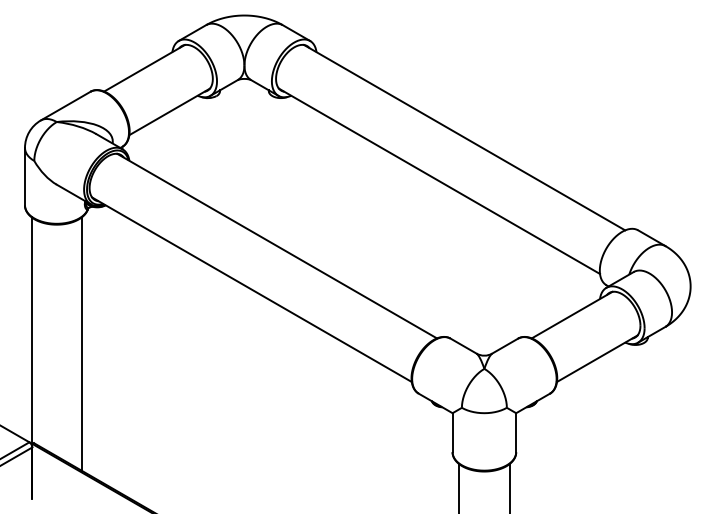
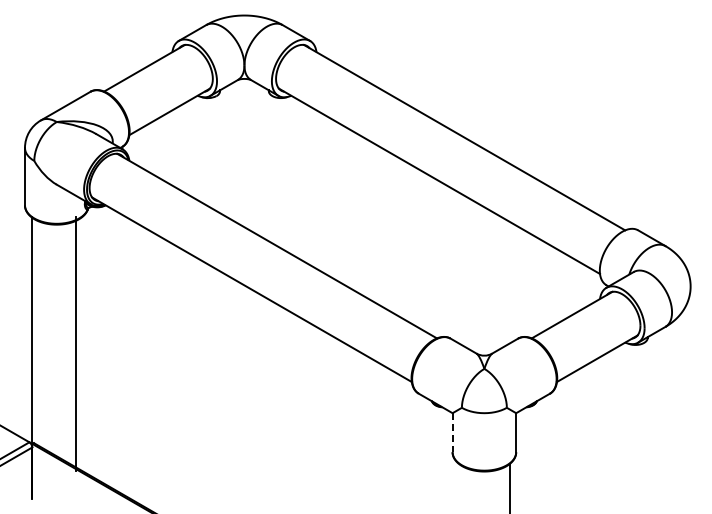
line at (81, 343) position: (81, 343) -> (75, 343)
line at (452, 432): solid -> dashed
line at (459, 487): present -> none
